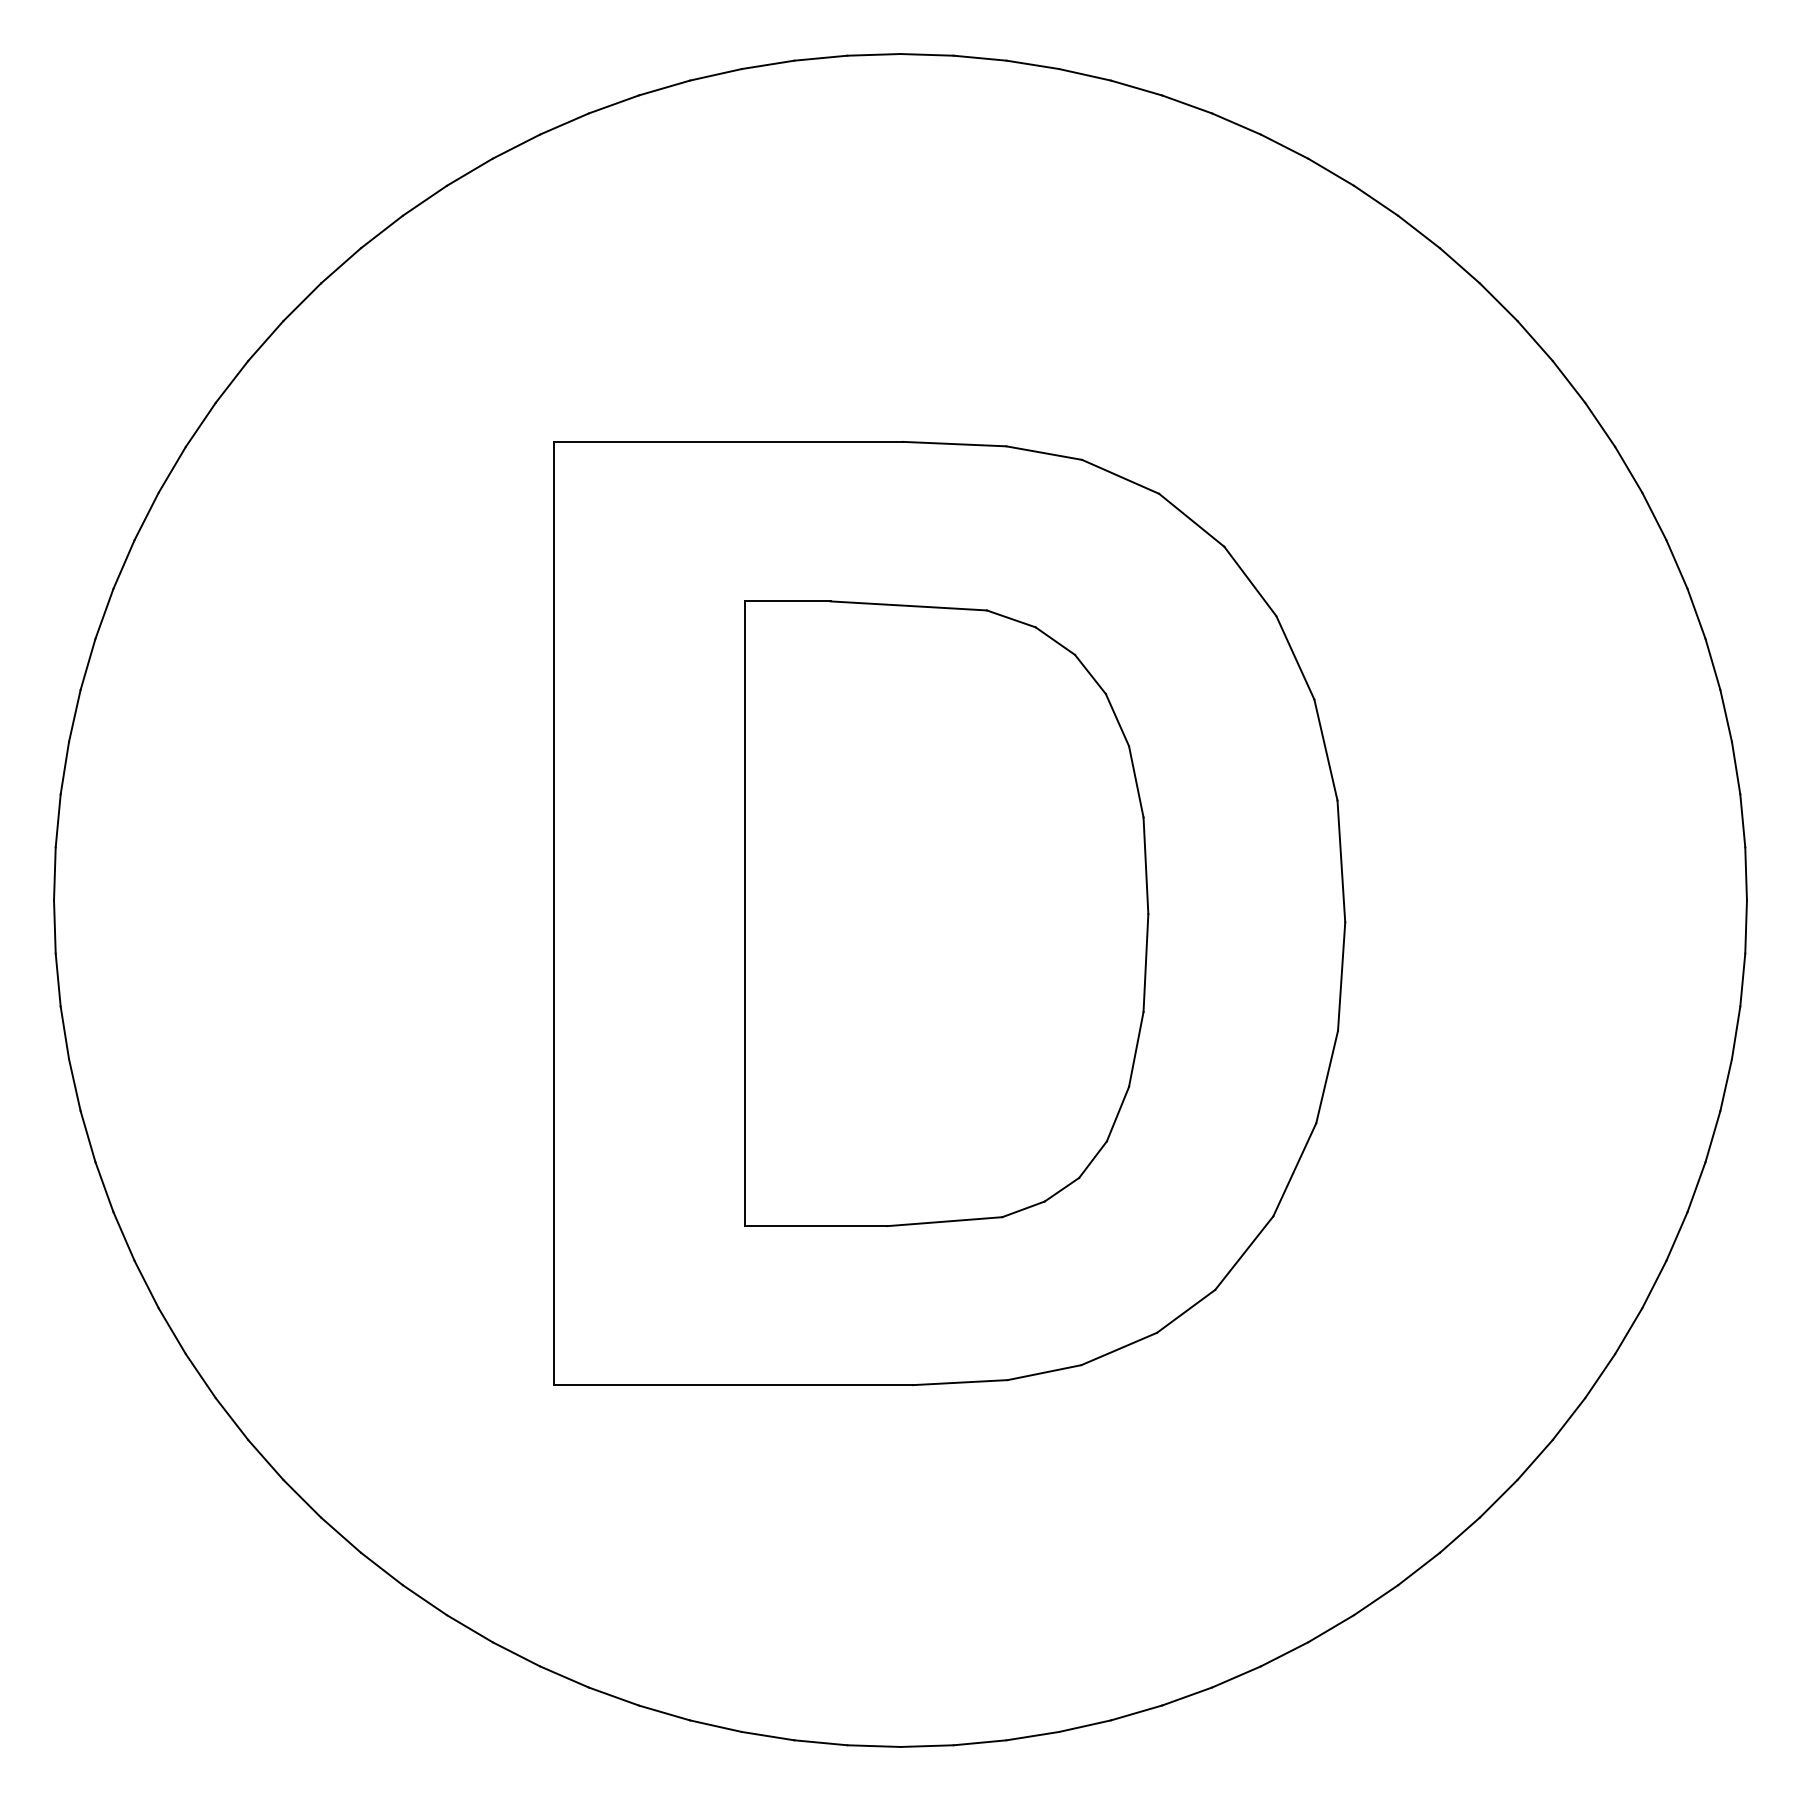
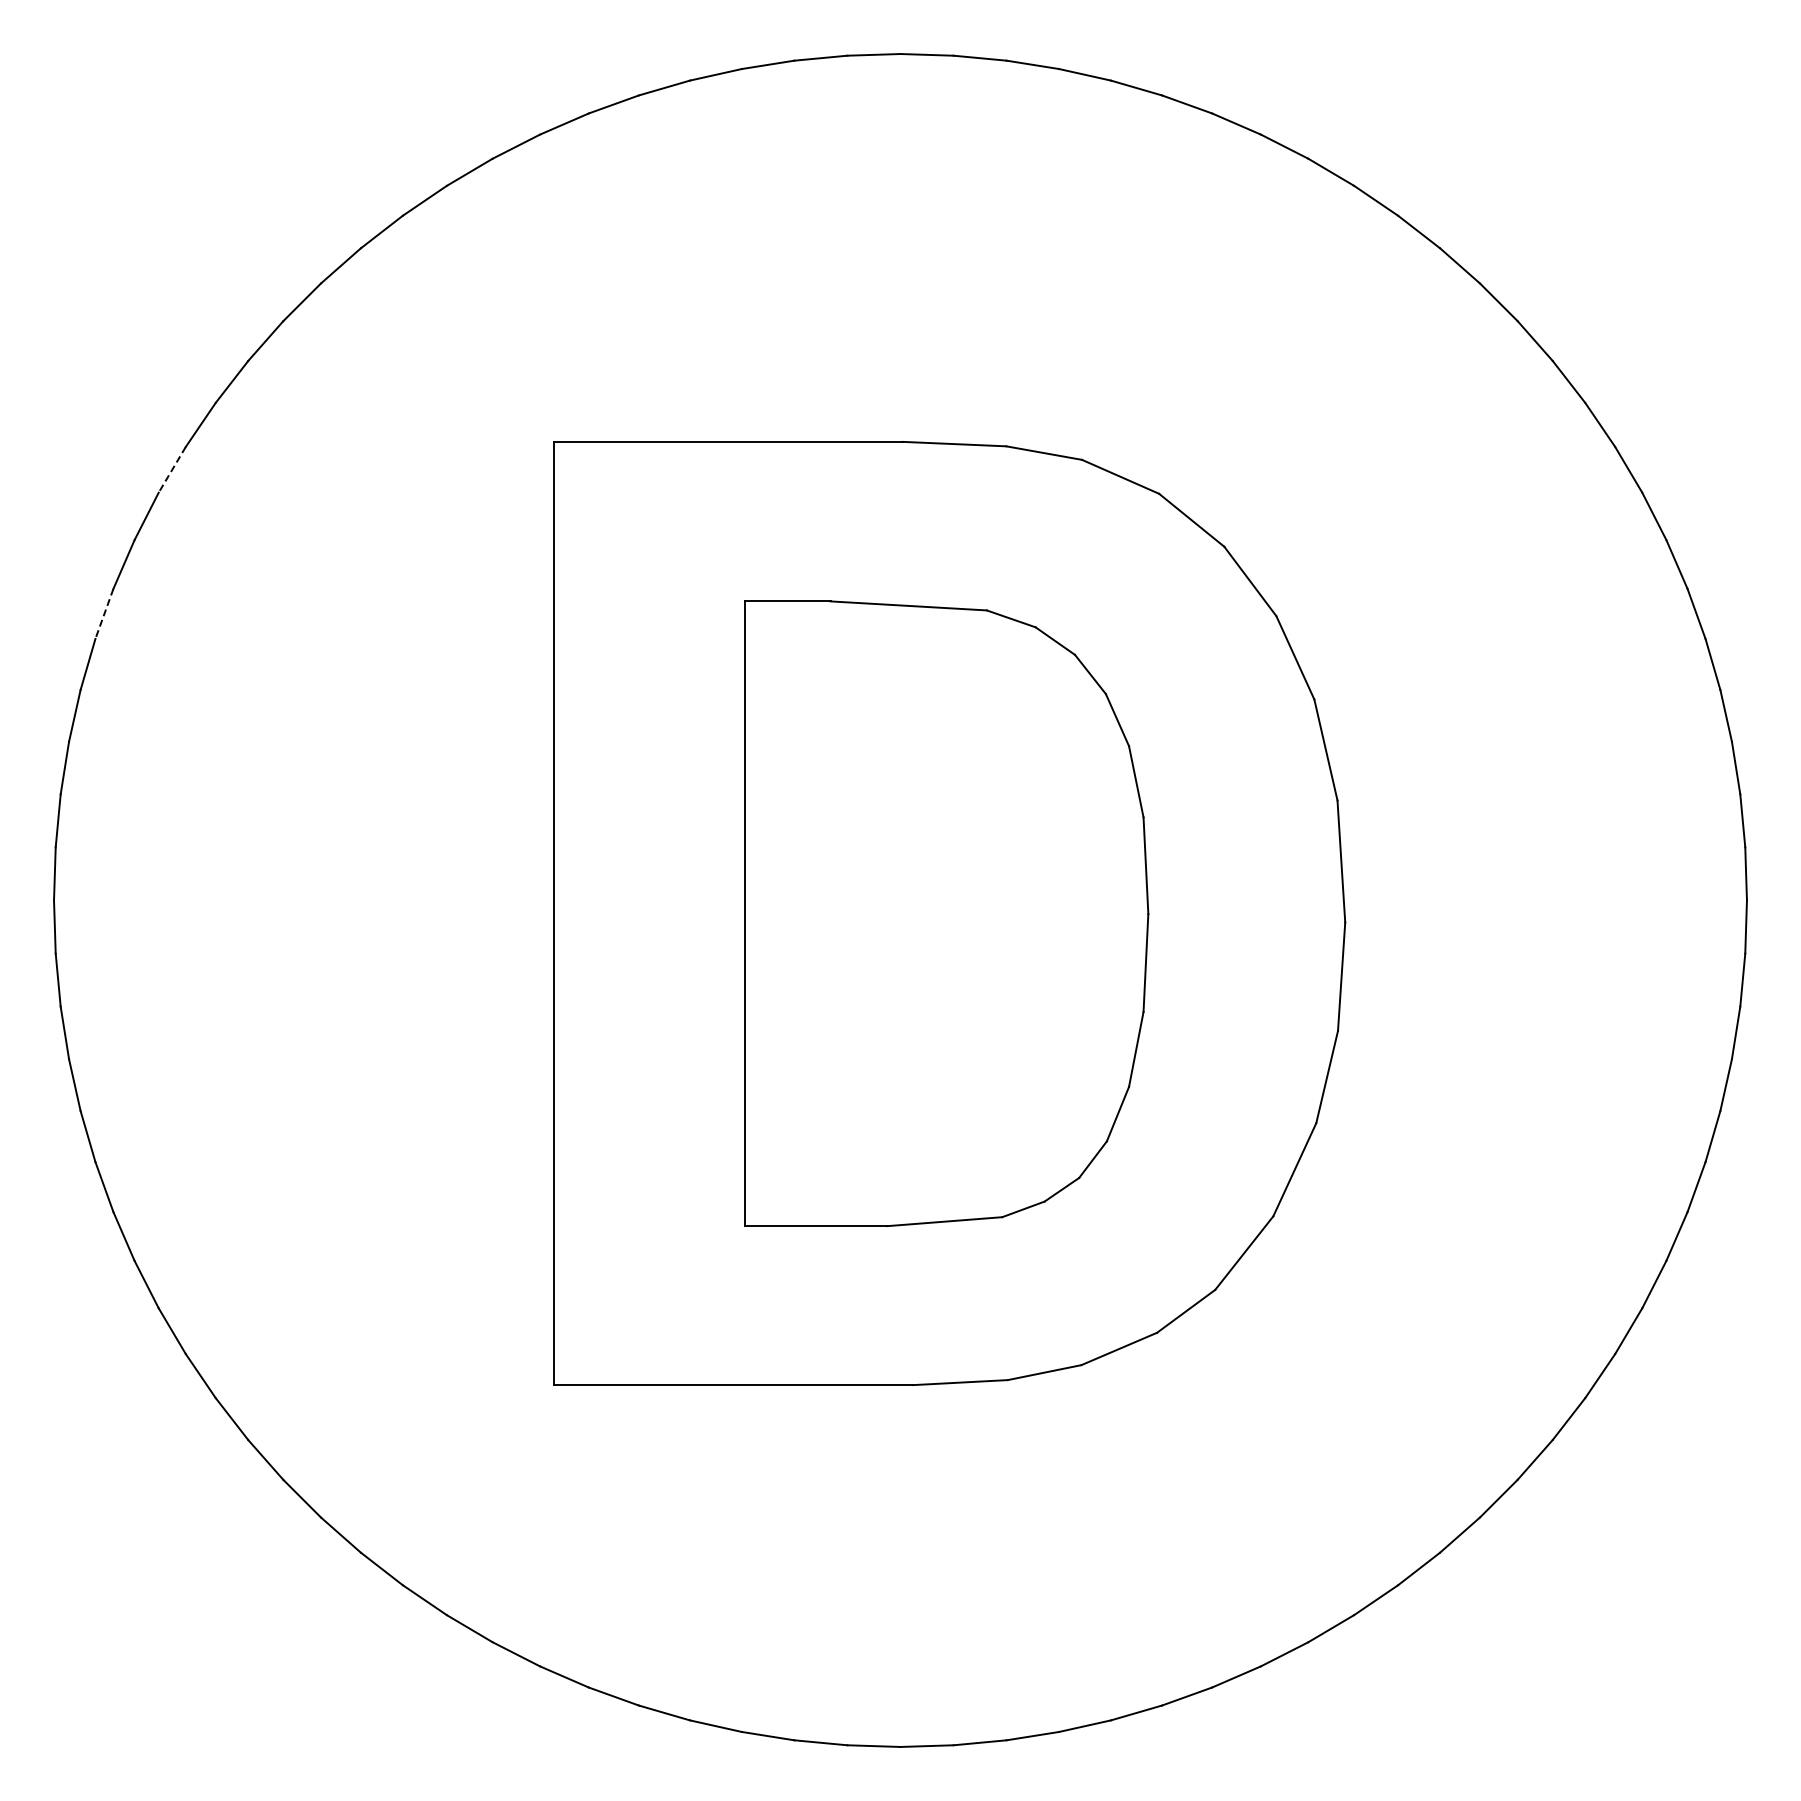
line at (172, 469): solid -> dashed
line at (104, 613): solid -> dashed
